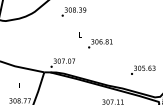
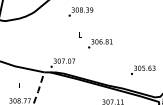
text at (73, 11) position: (73, 11) -> (80, 11)
line at (39, 88): solid -> dashed
